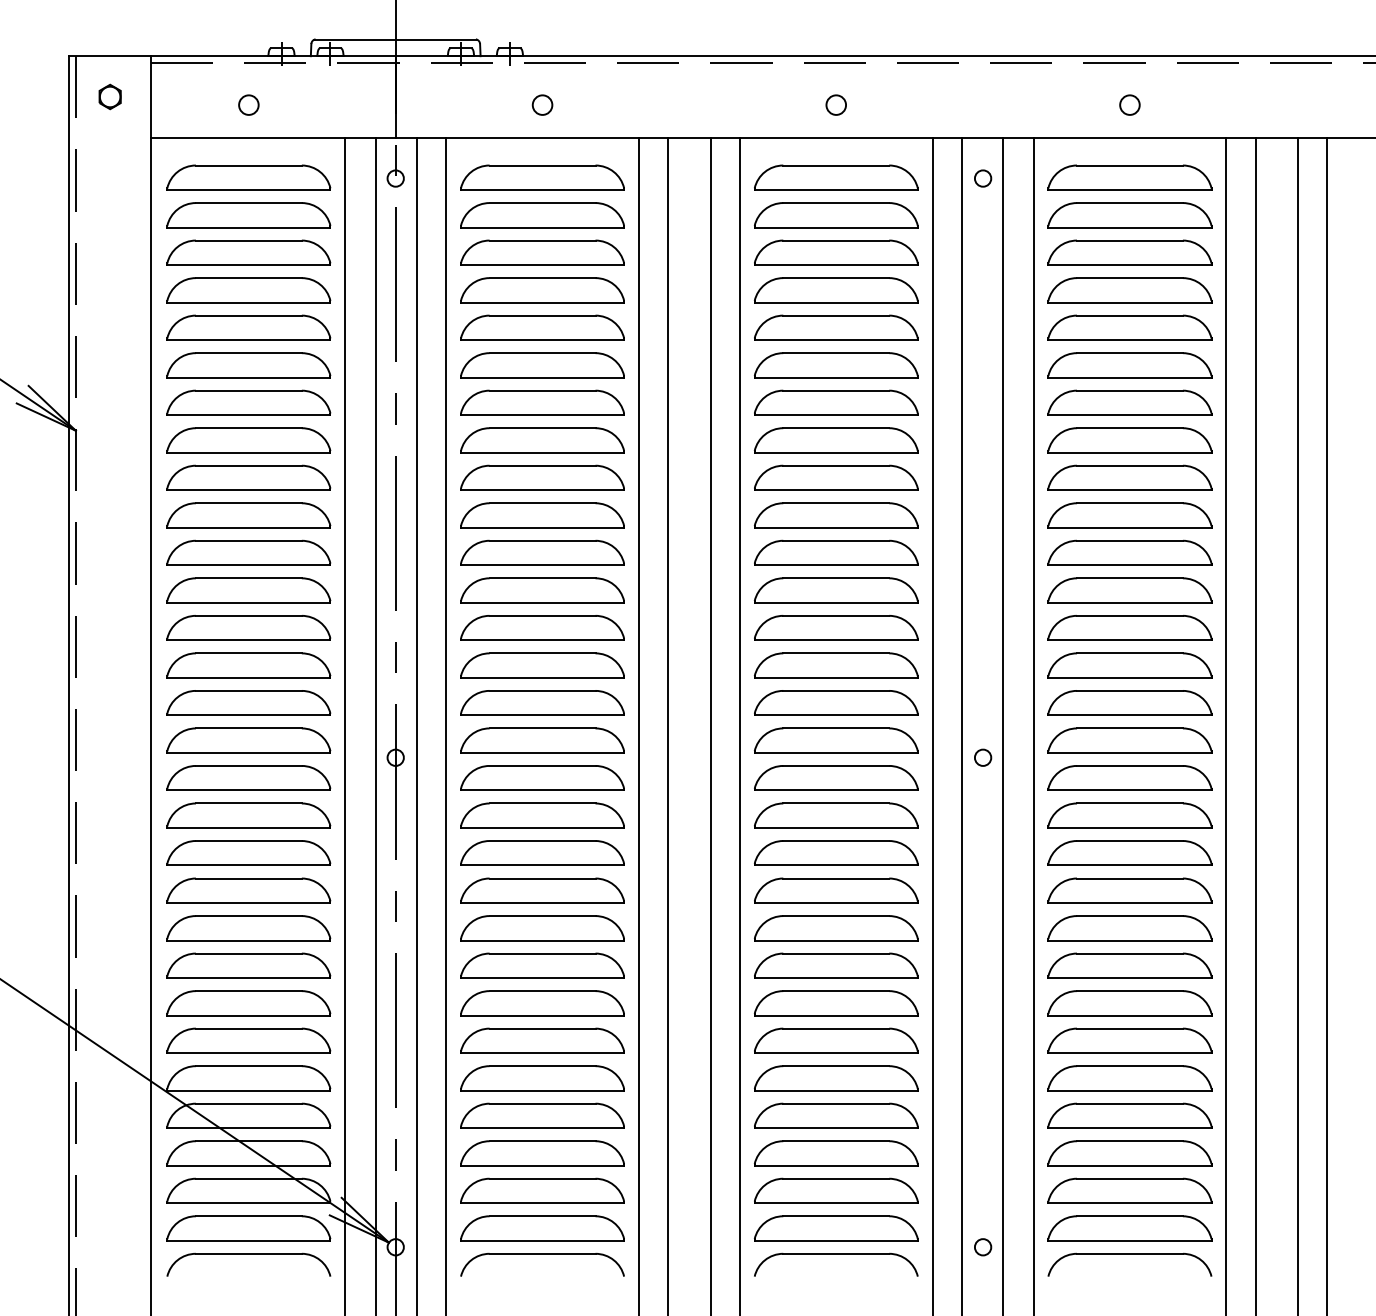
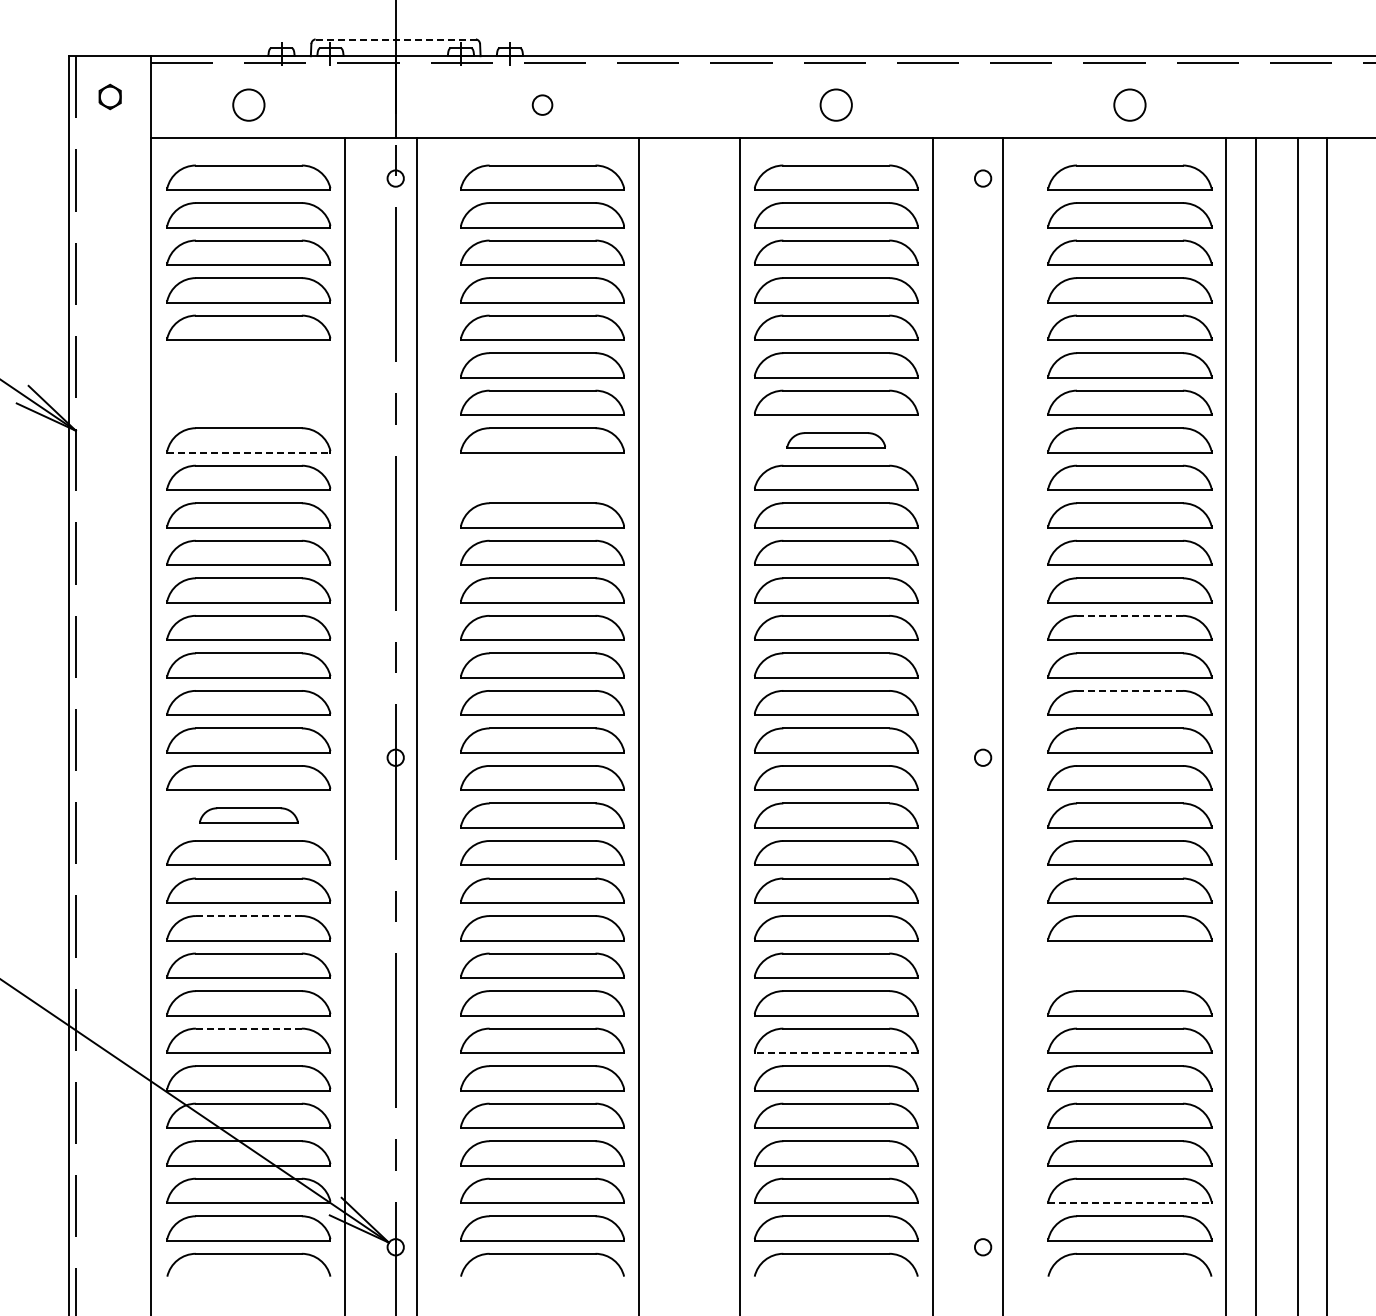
line at (395, 39): solid -> dashed
circle at (248, 104) diameter: 20 px -> 31 px
circle at (836, 104) diameter: 20 px -> 31 px
circle at (1129, 104) diameter: 20 px -> 31 px
part at (248, 365): present -> none
part at (248, 402): present -> none
part at (836, 440) size: 165x27 px -> 100x17 px
line at (248, 452): solid -> dashed
part at (542, 477): present -> none
line at (1129, 615): solid -> dashed
line at (1129, 690): solid -> dashed
line at (376, 724): present -> none
line at (446, 724): present -> none
line at (668, 724): present -> none
line at (710, 724): present -> none
line at (961, 724): present -> none
line at (1033, 724): present -> none
part at (248, 815) size: 166x27 px -> 100x17 px
line at (248, 916): solid -> dashed
part at (1129, 965): present -> none
line at (248, 1028): solid -> dashed
line at (836, 1053): solid -> dashed
line at (1129, 1203): solid -> dashed
